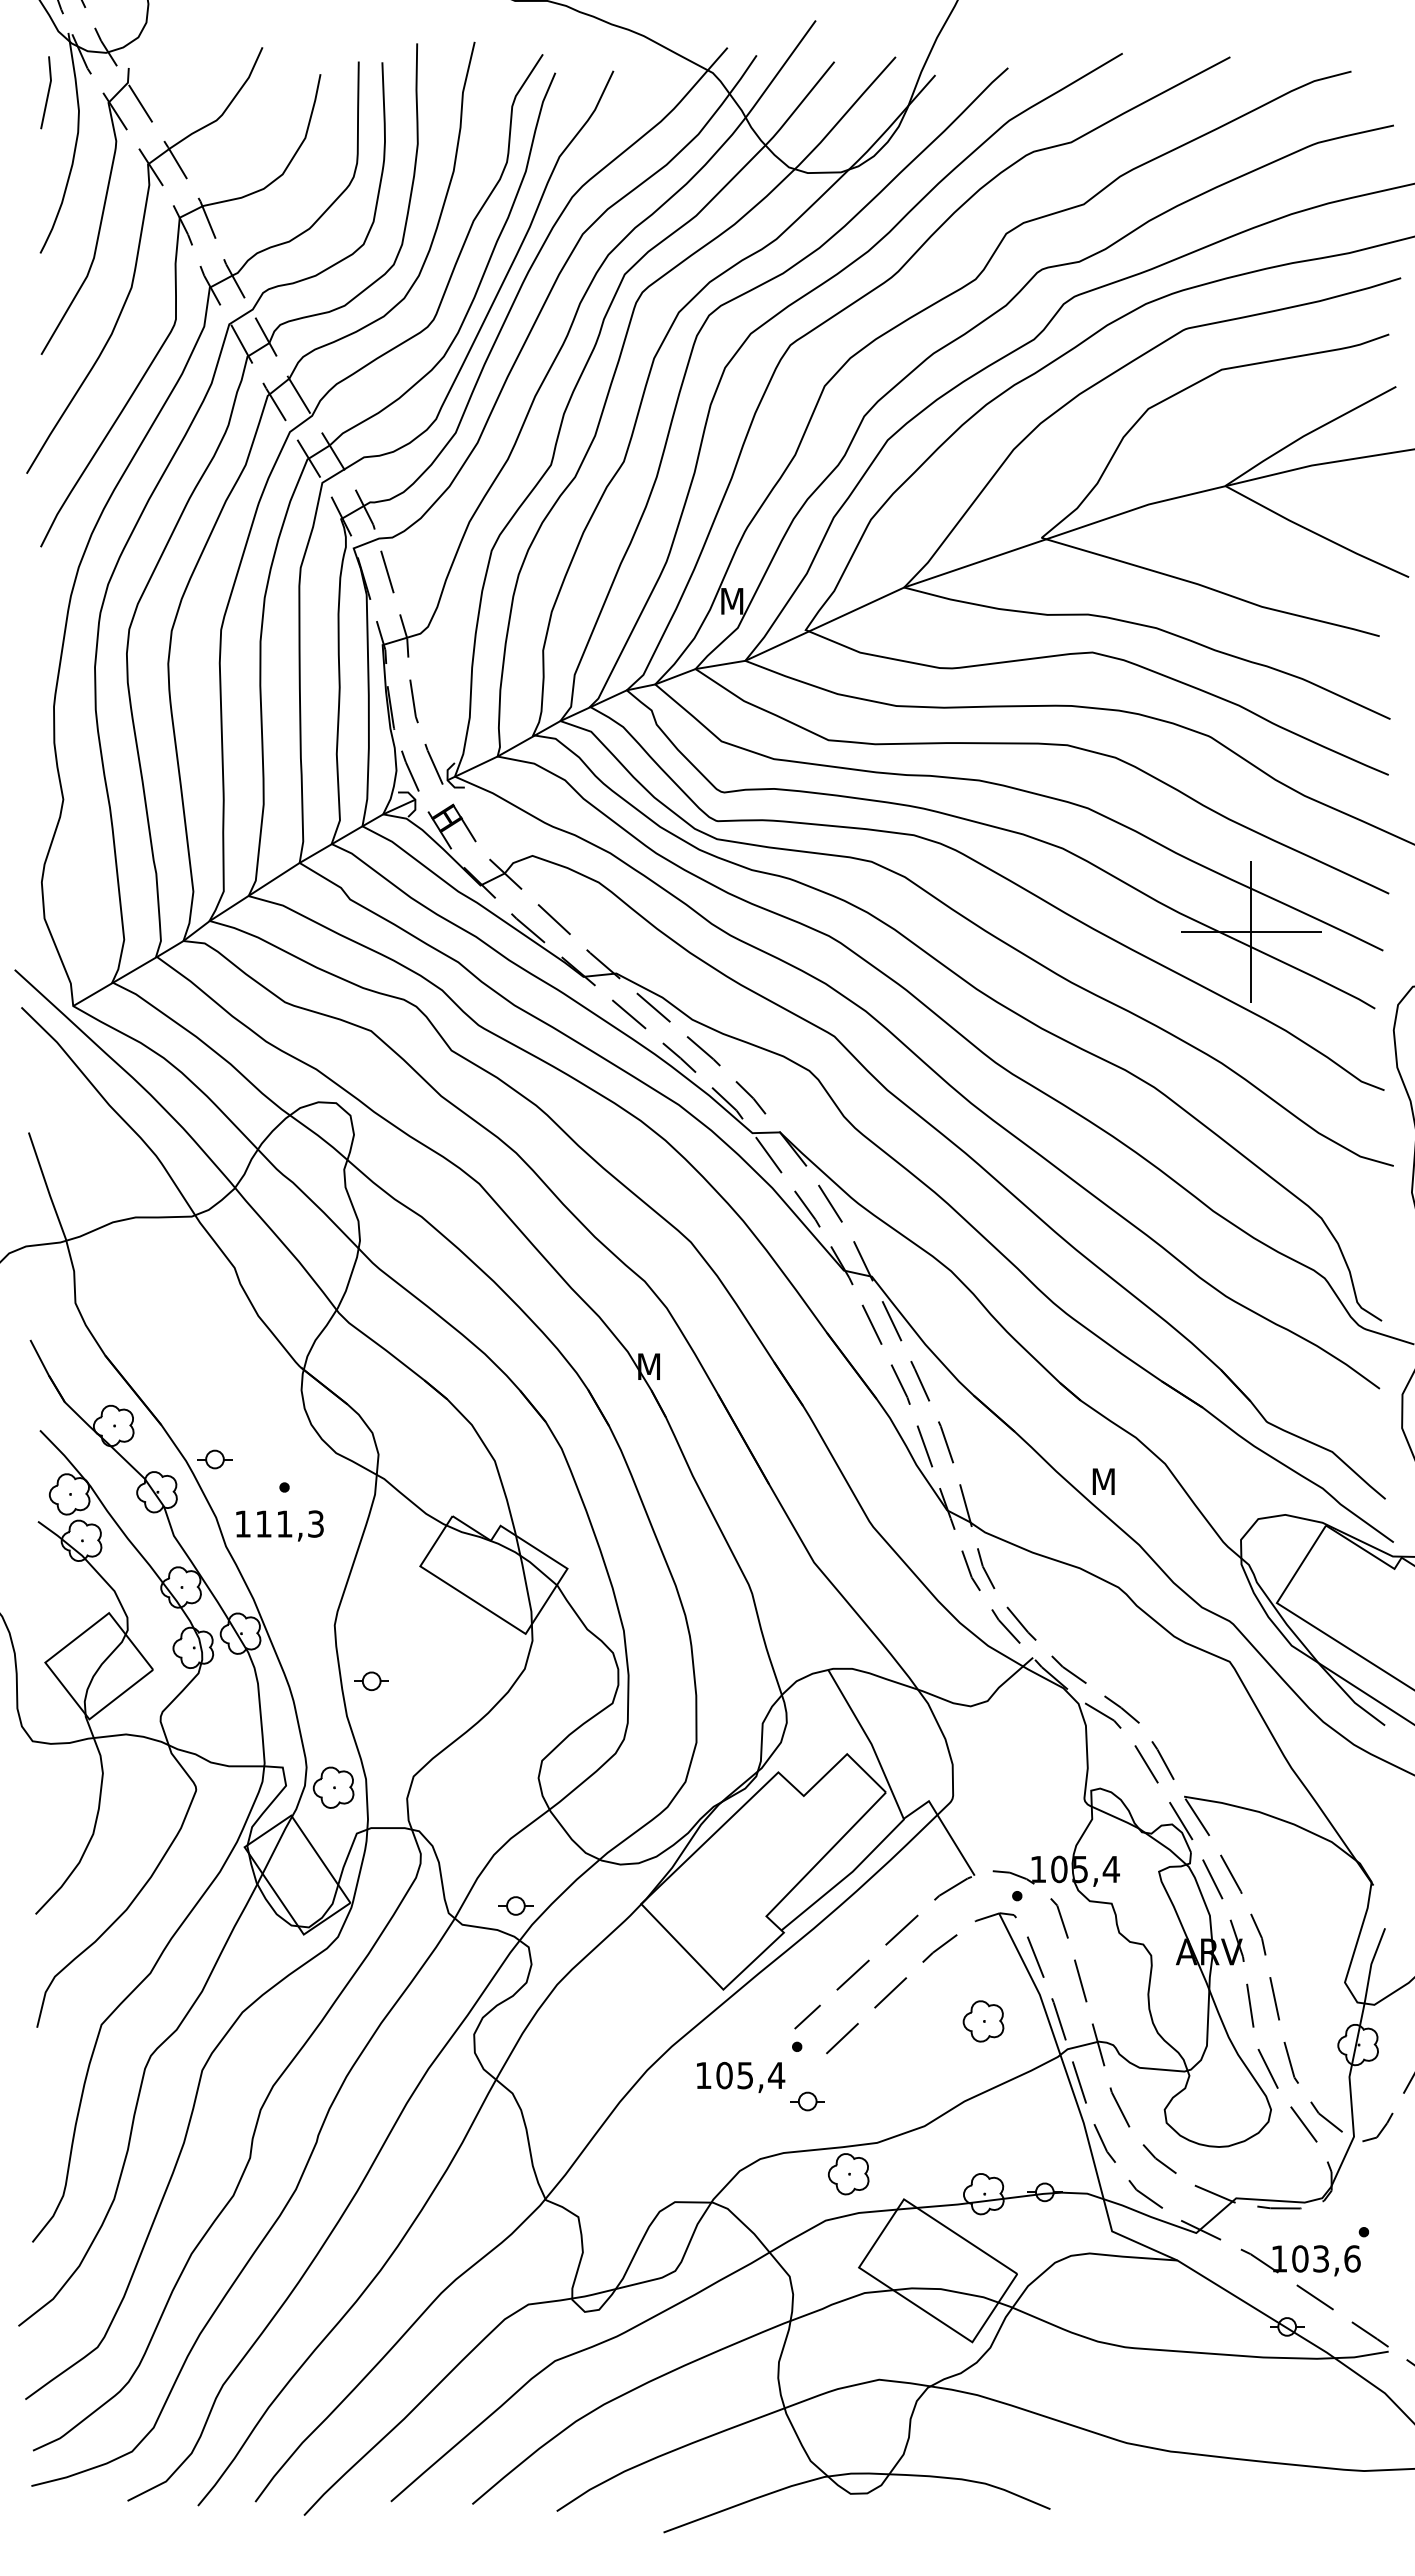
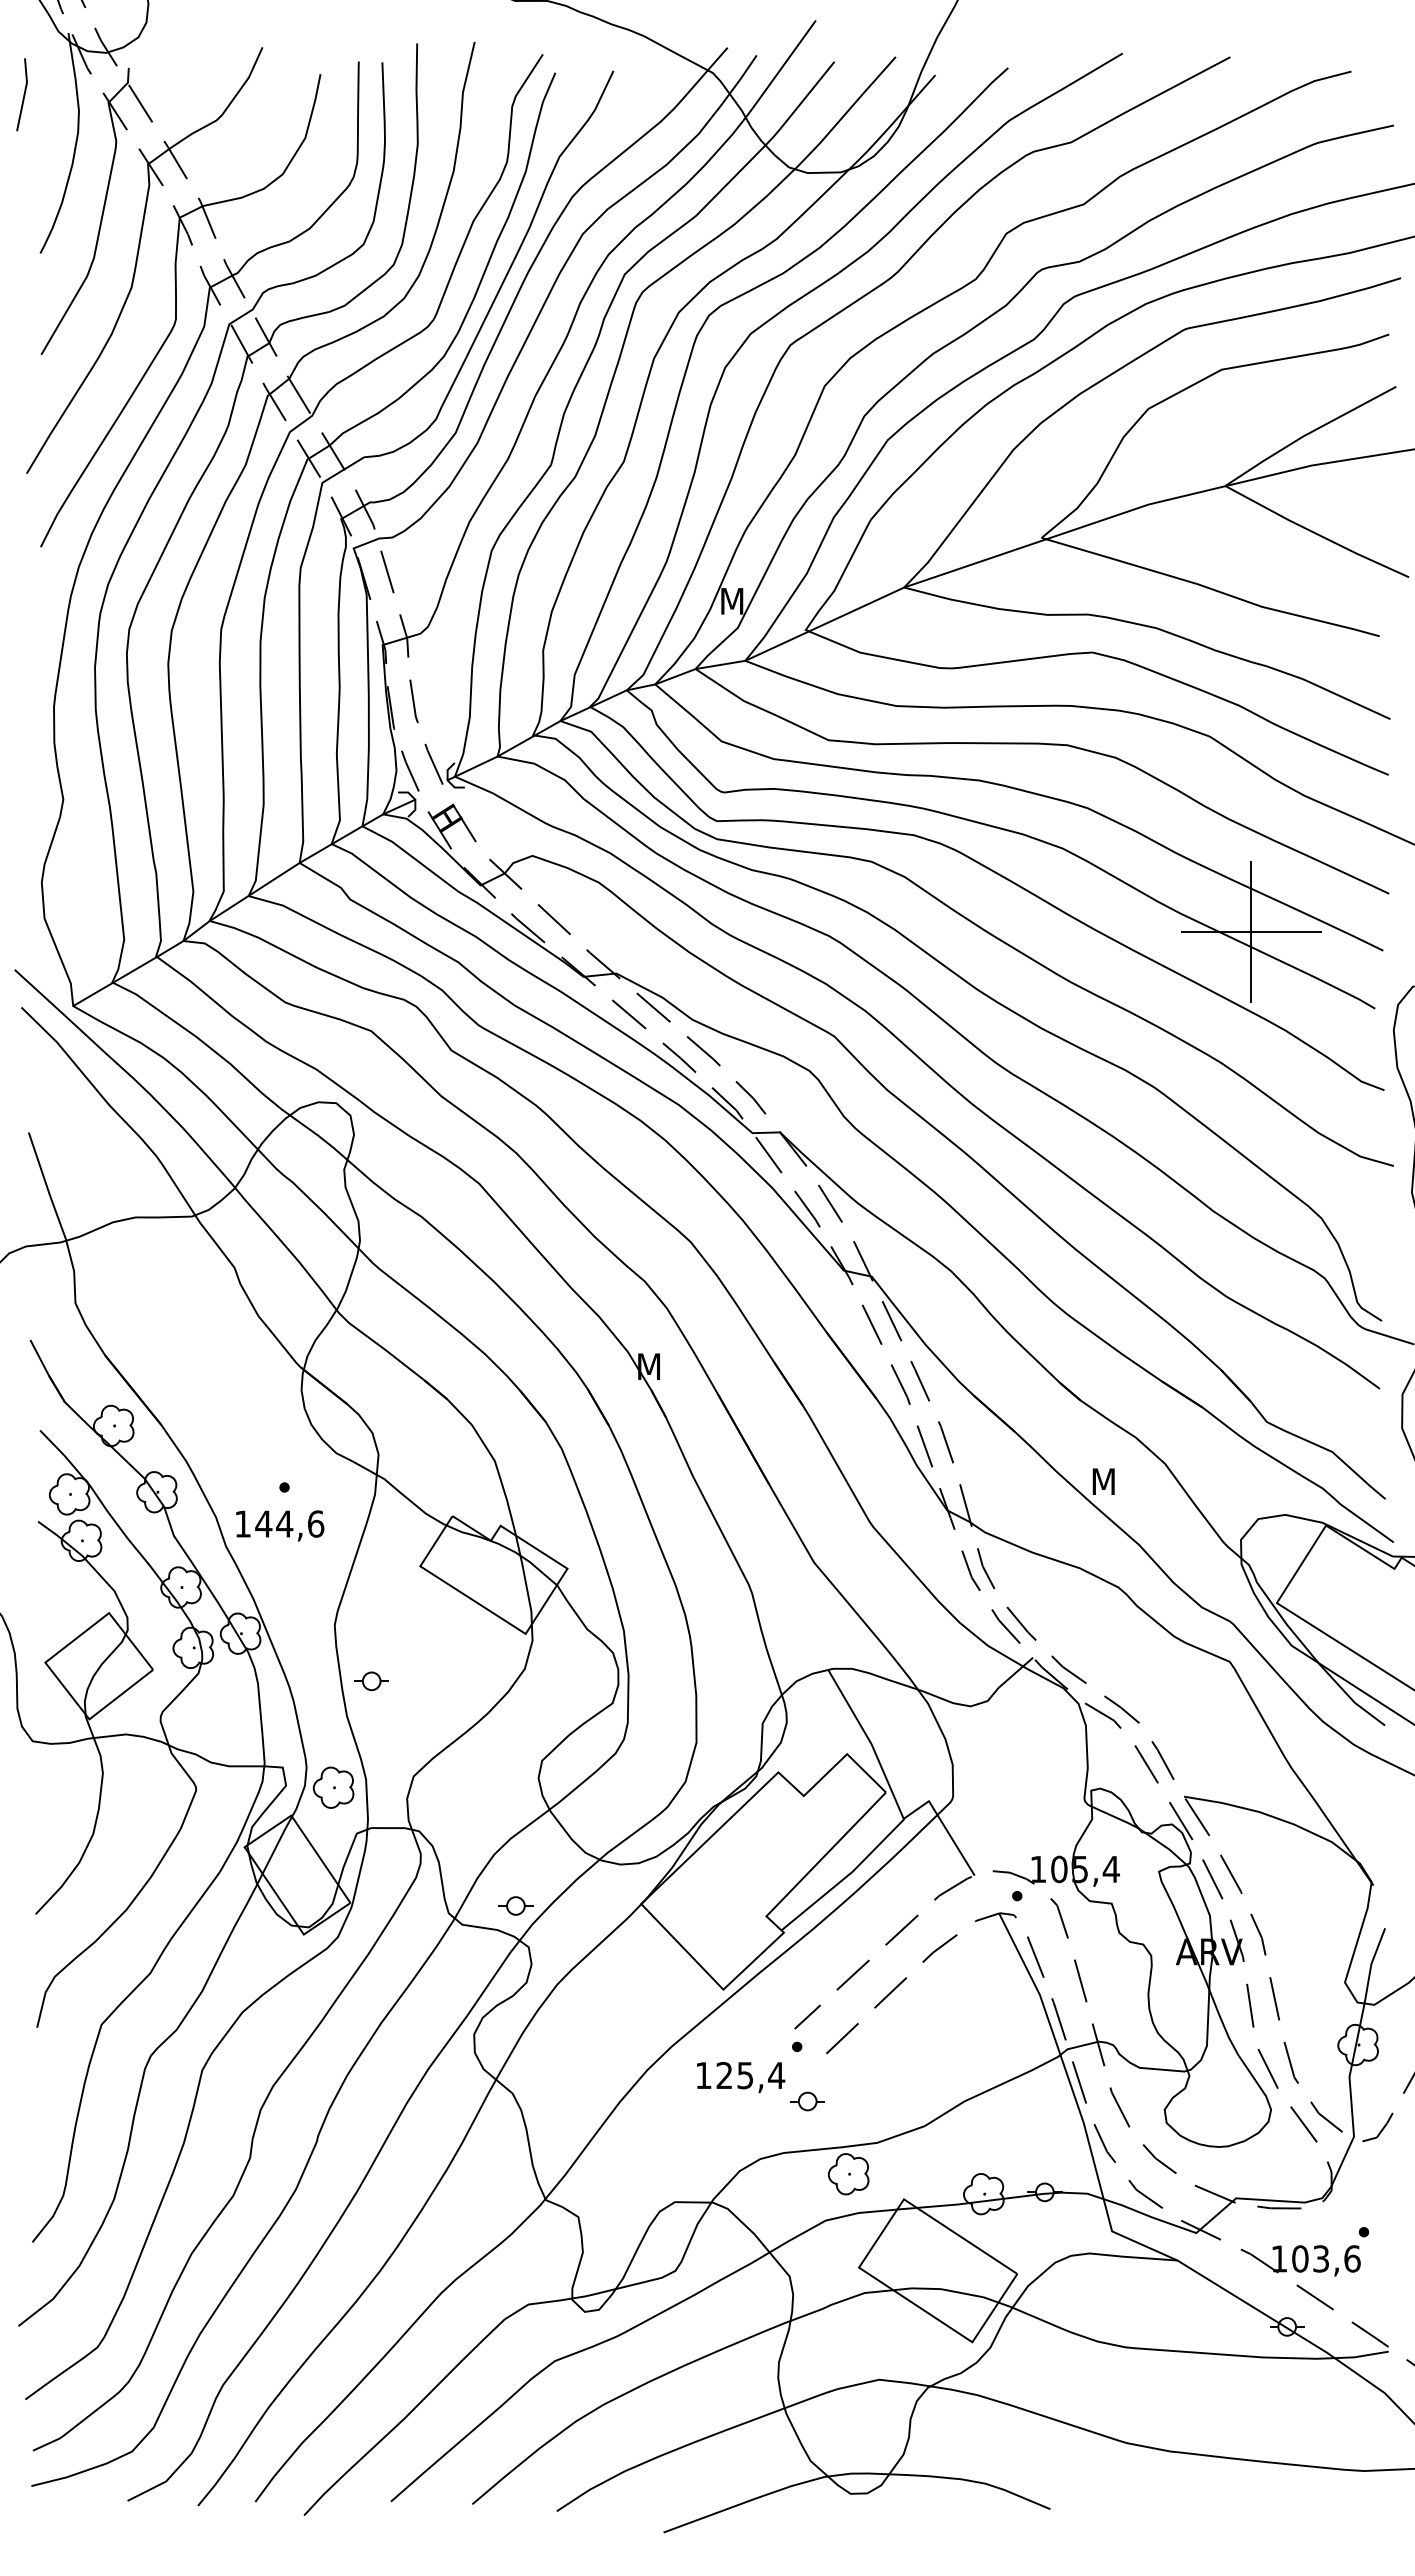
line at (47, 92) position: (47, 92) -> (23, 94)
part at (214, 1459): present -> none
text at (289, 1523): 111,3 -> 144,6
part at (983, 2021): present -> none
text at (724, 2075): 105,4 -> 125,4
